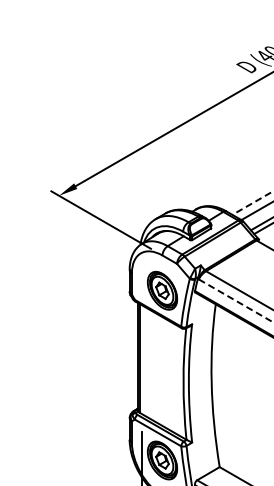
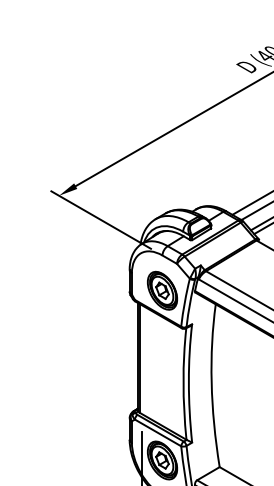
line at (253, 202): dashed -> solid
line at (236, 300): dashed -> solid
